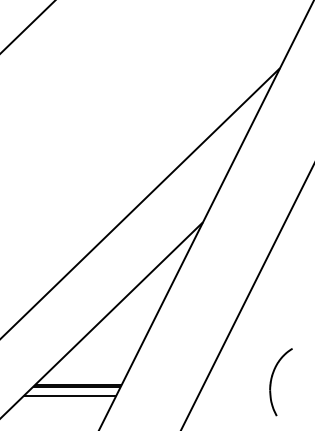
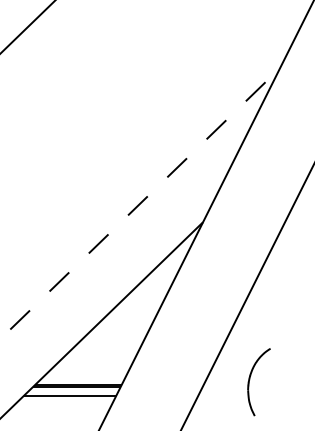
line at (140, 203): solid -> dashed
part at (272, 379) position: (272, 379) -> (250, 379)
